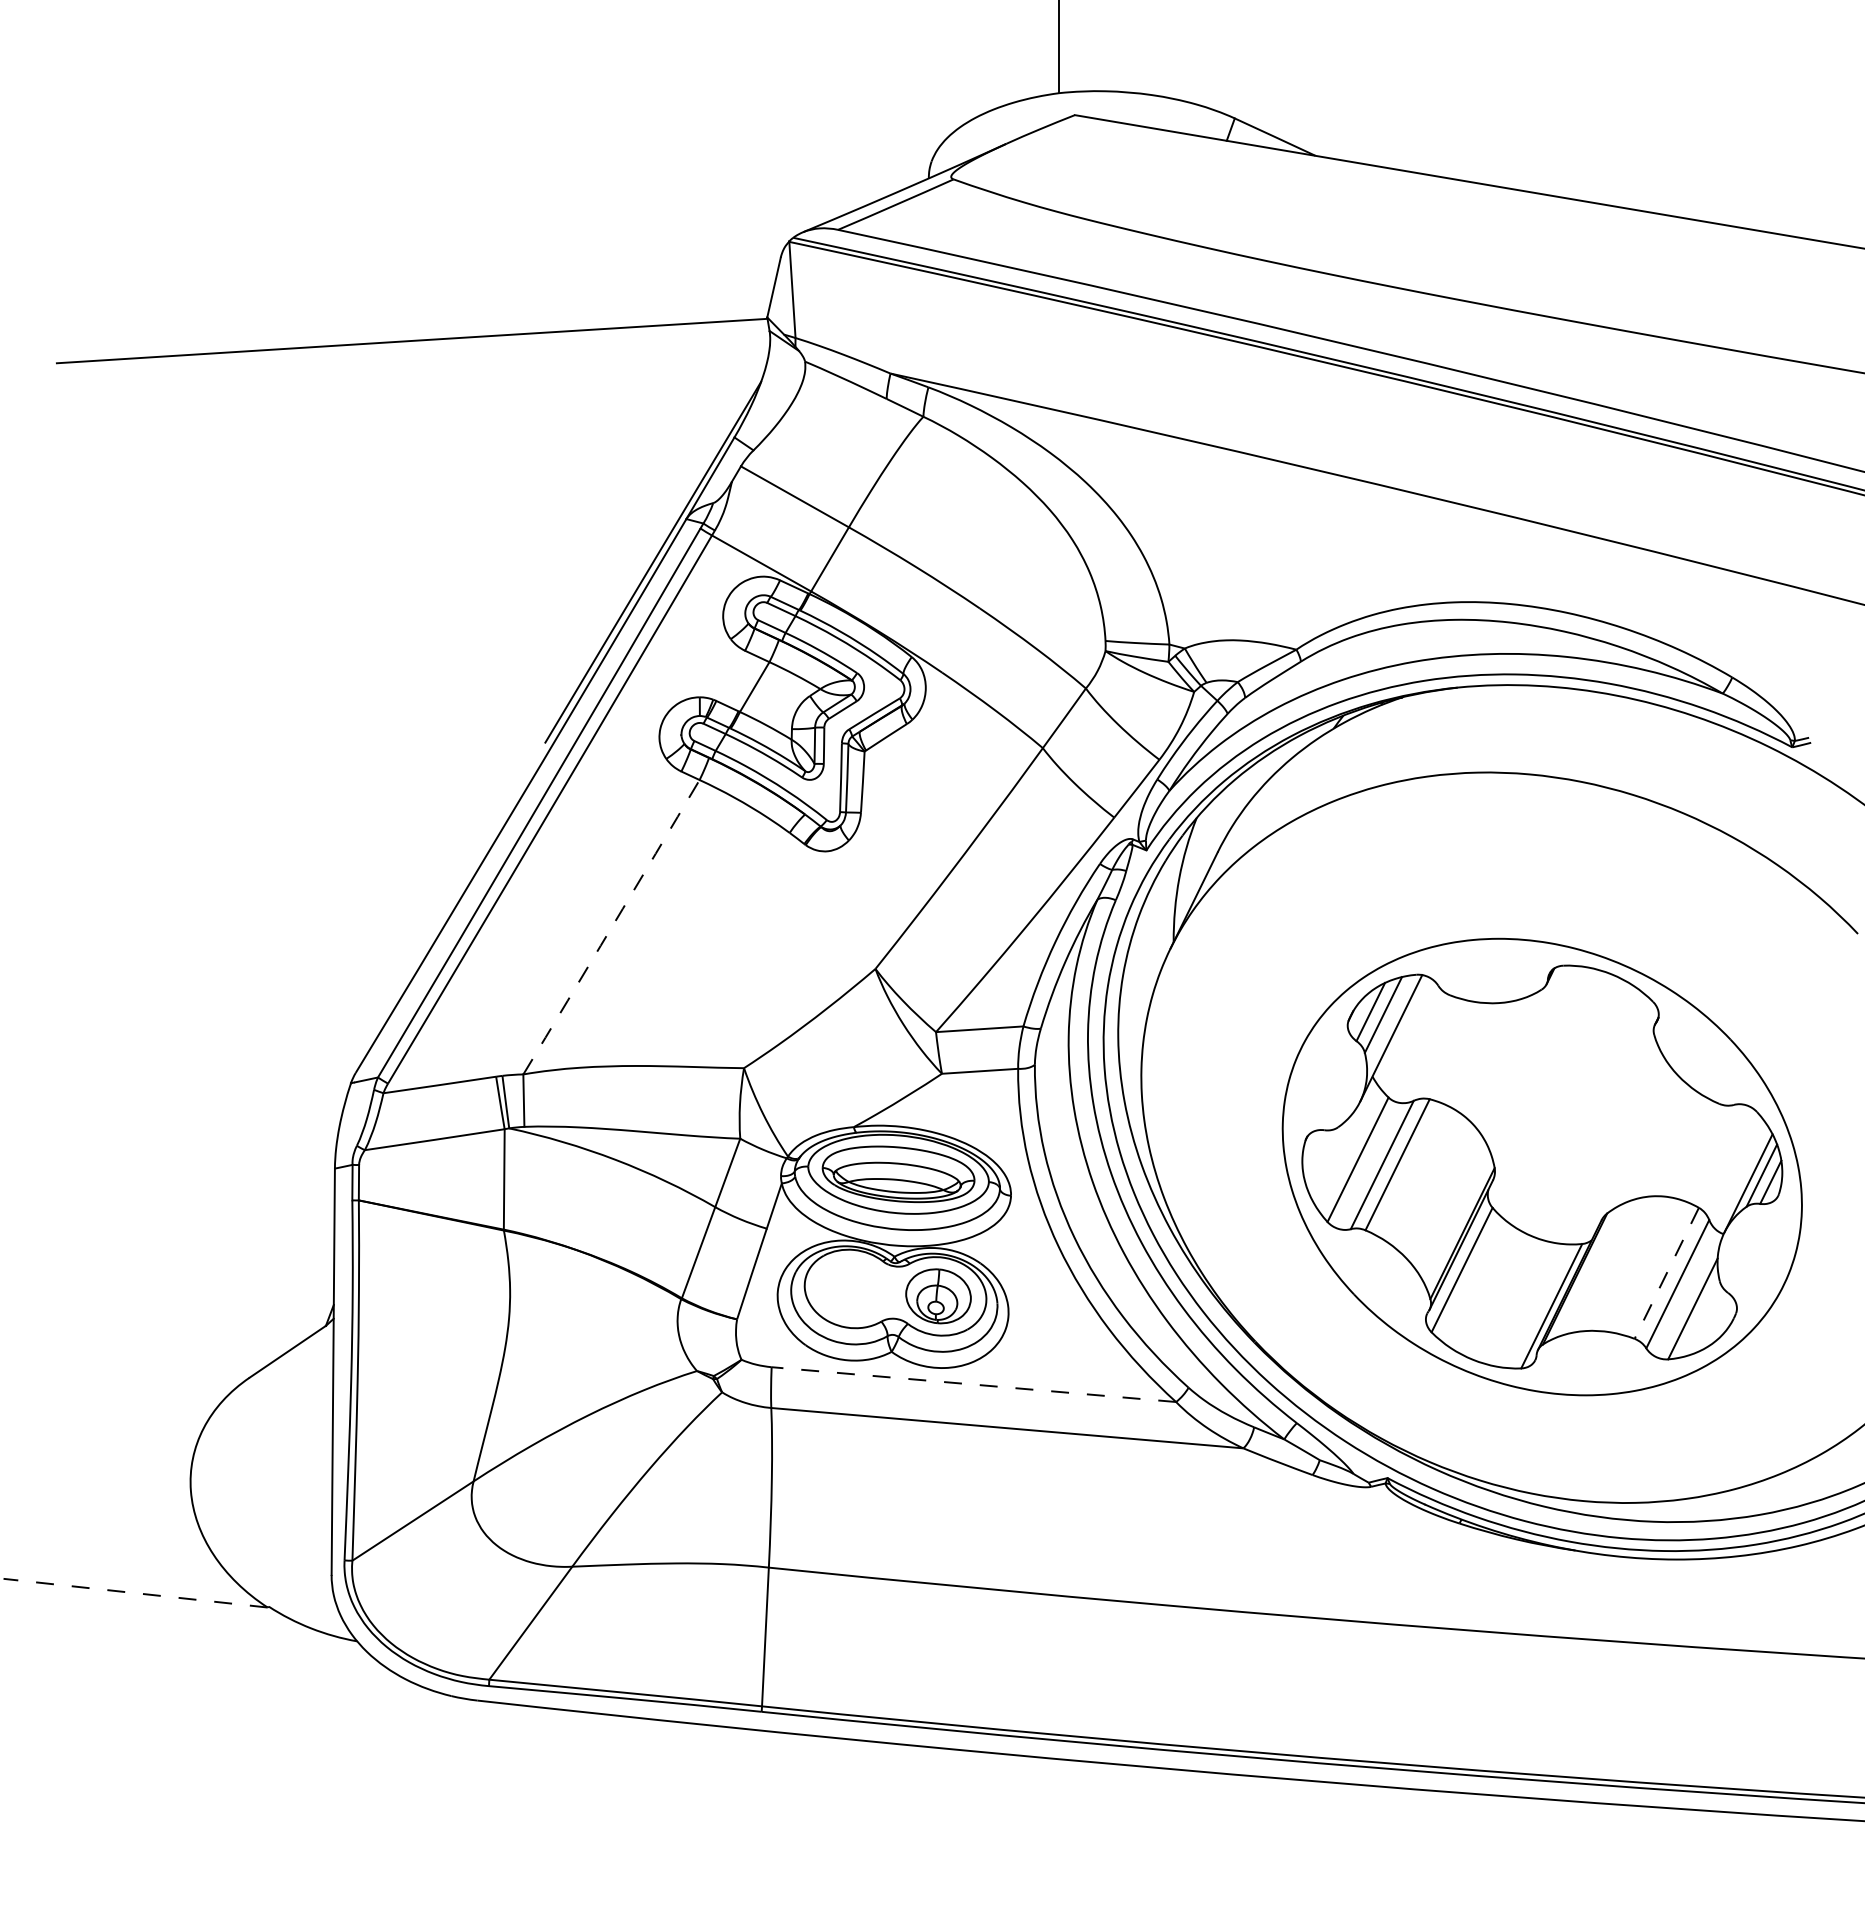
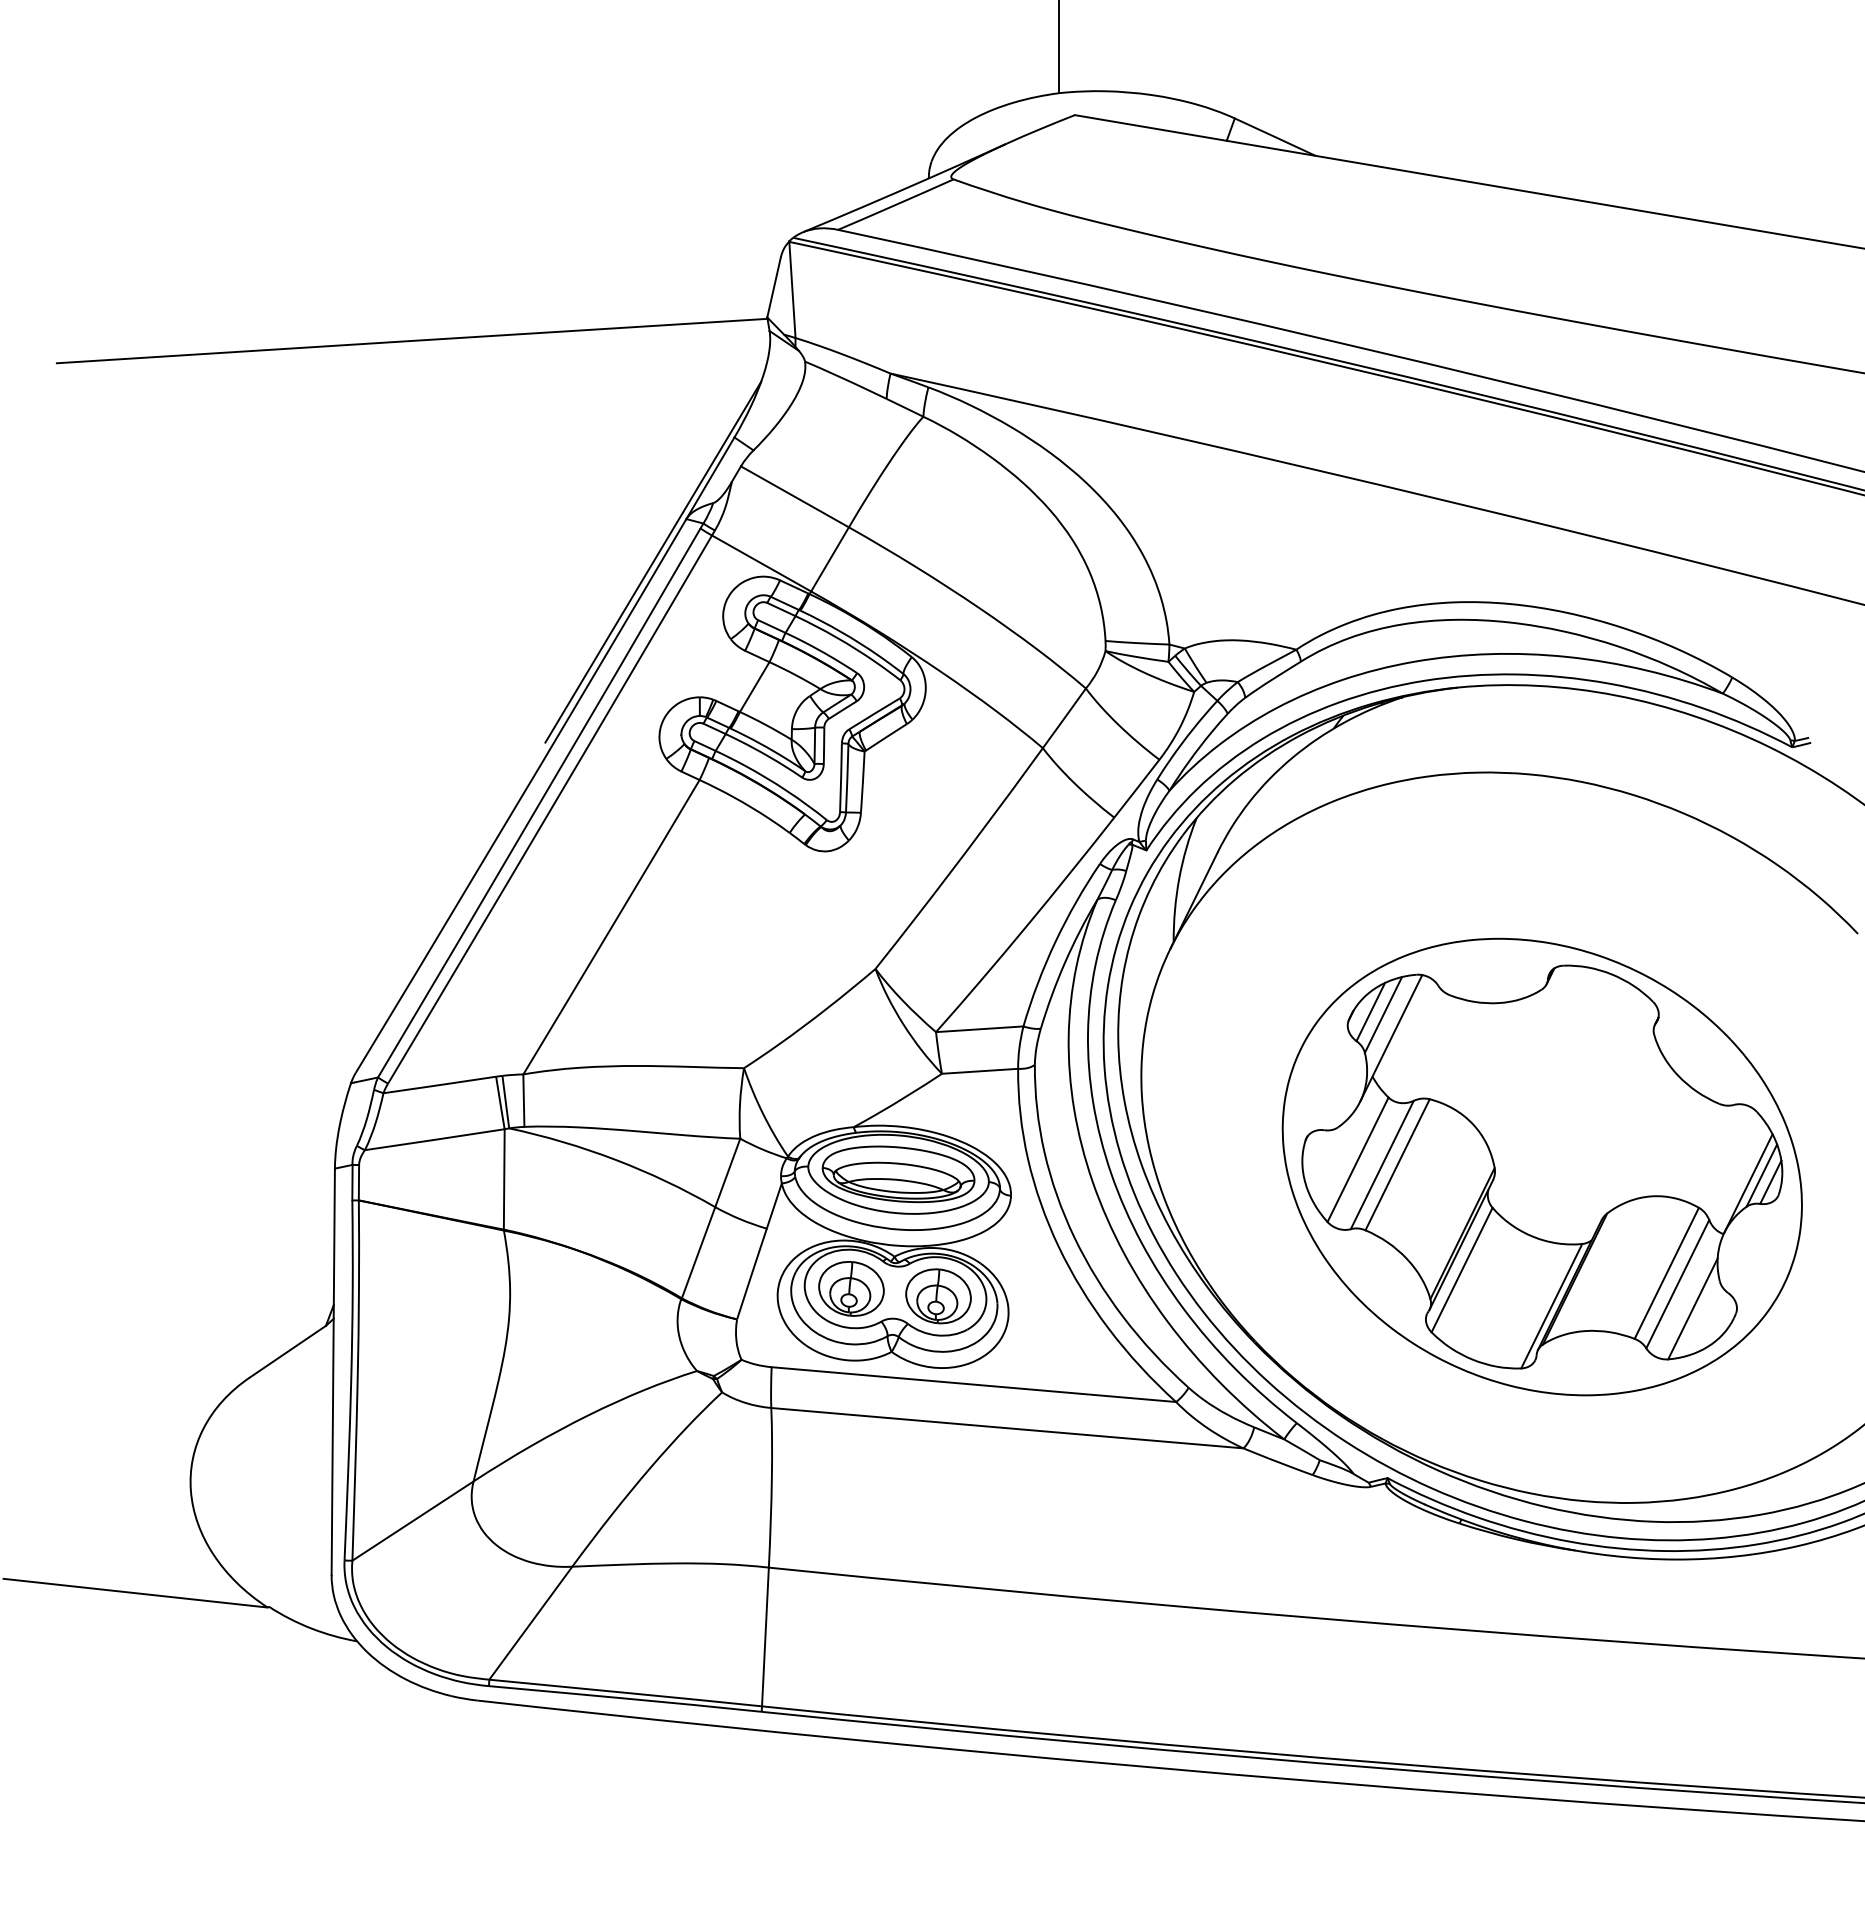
arc at (611, 927): dashed -> solid
line at (1666, 1273): dashed -> solid
part at (851, 1288): none -> present
line at (973, 1384): dashed -> solid
line at (135, 1593): dashed -> solid
